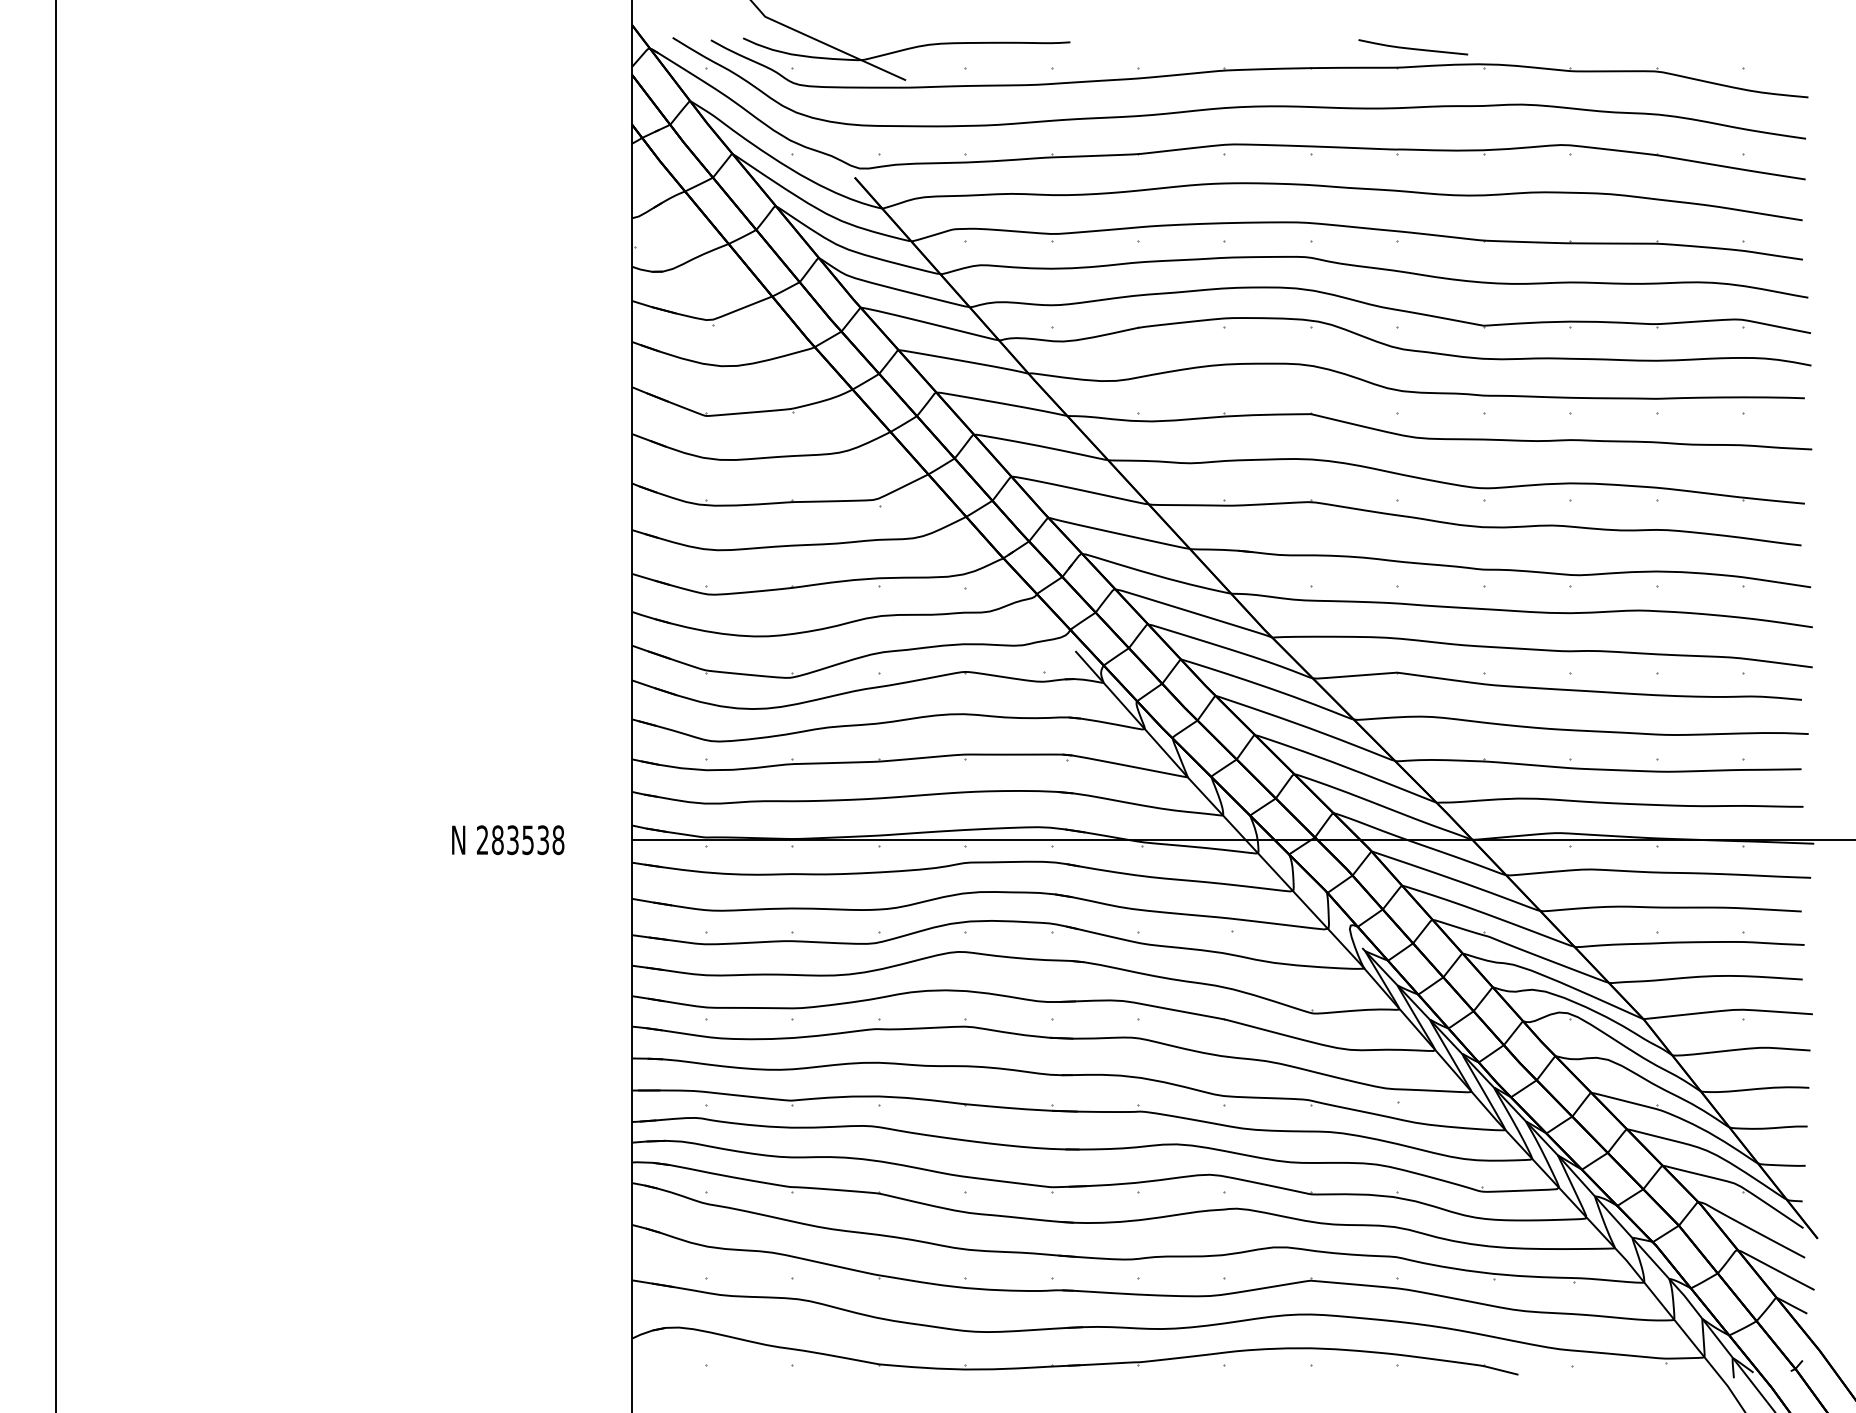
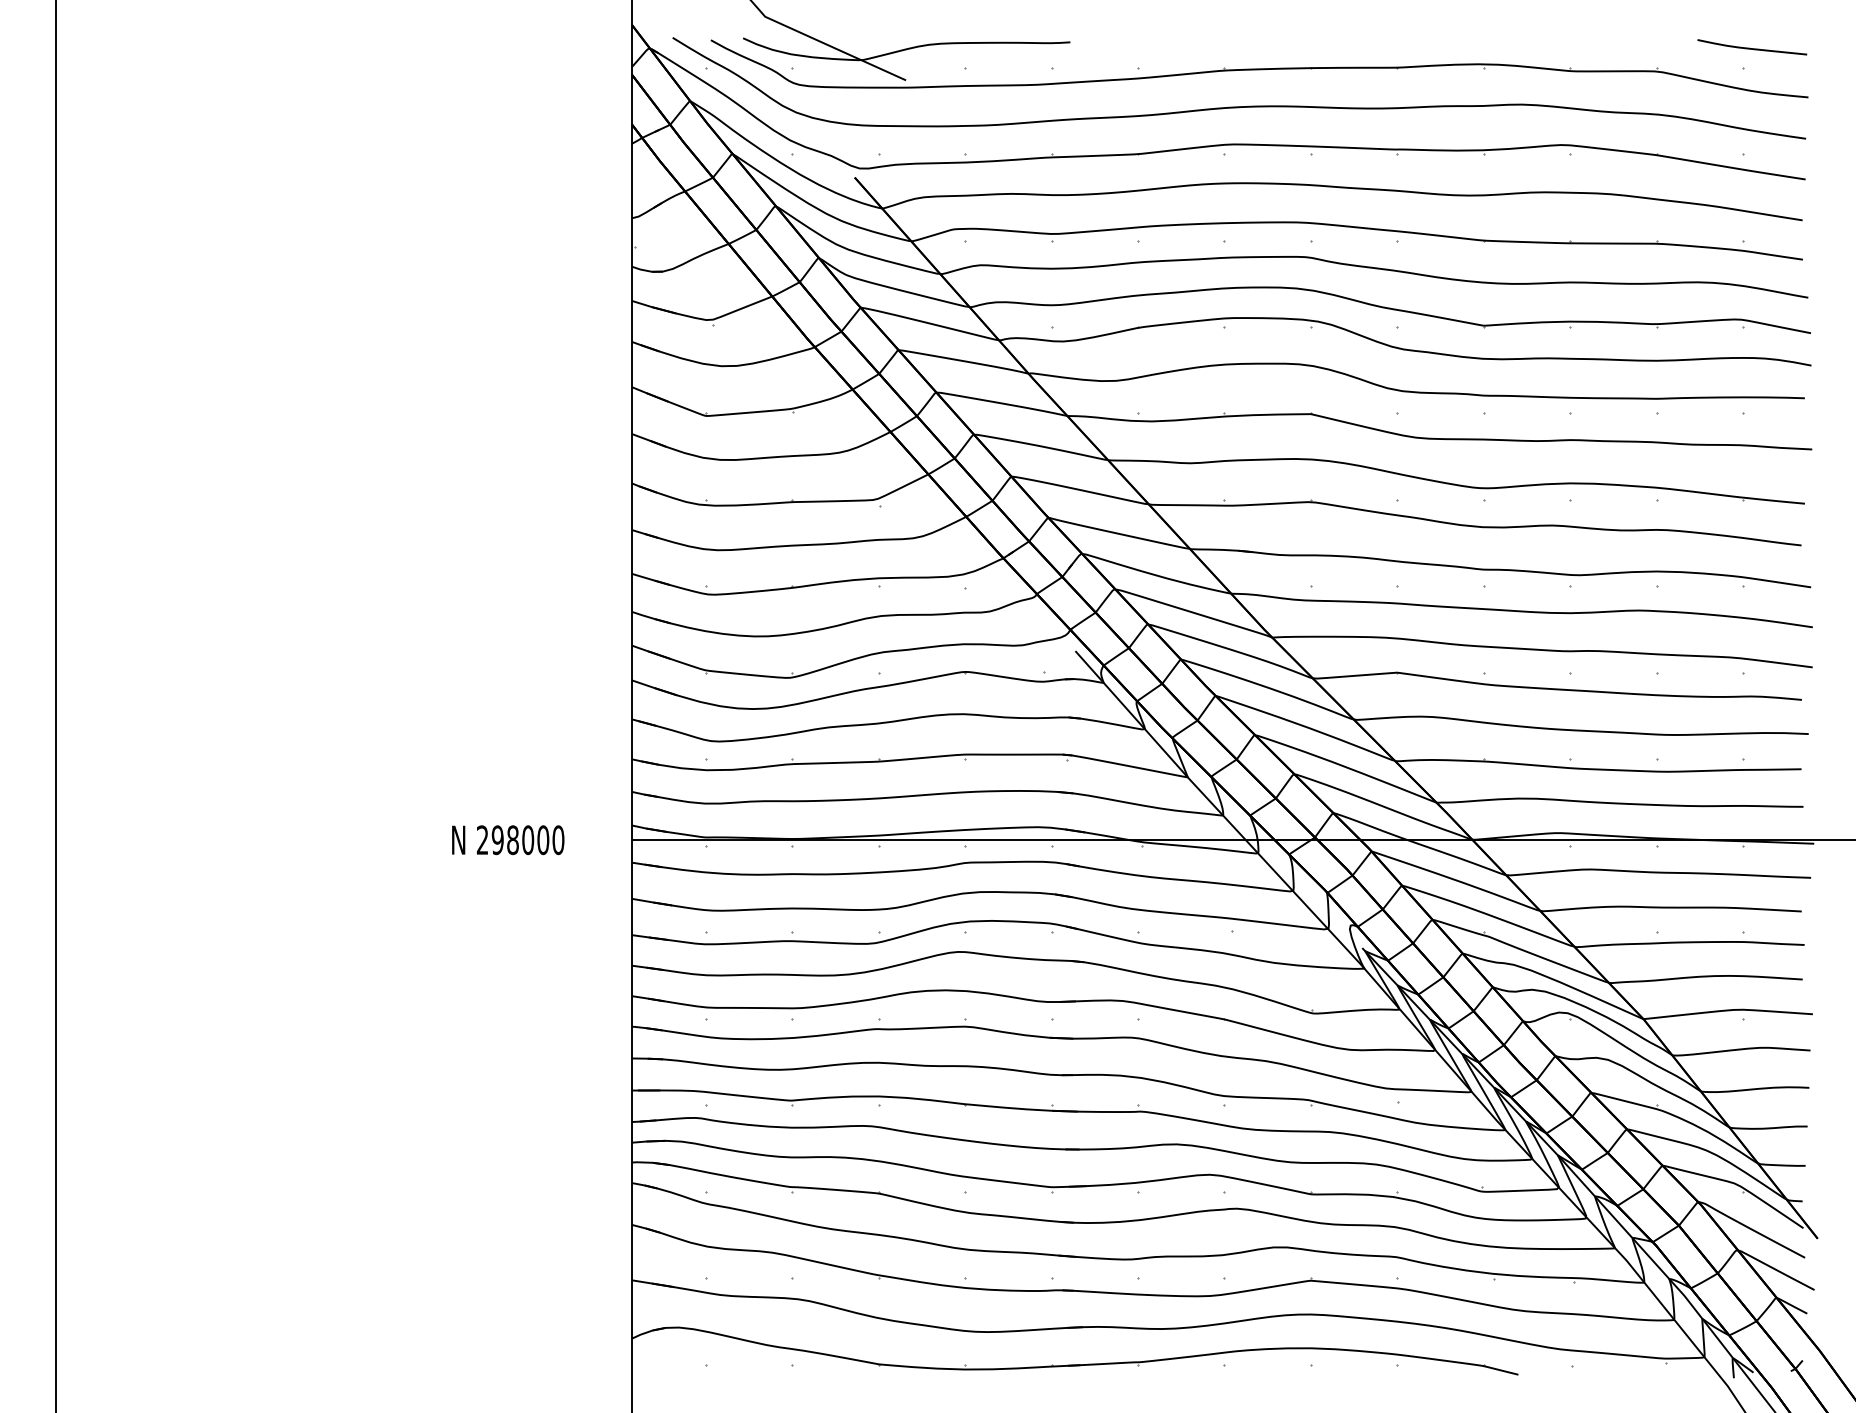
curve at (1413, 48) position: (1413, 48) -> (1752, 48)
text at (527, 840): 283538 -> 298000
